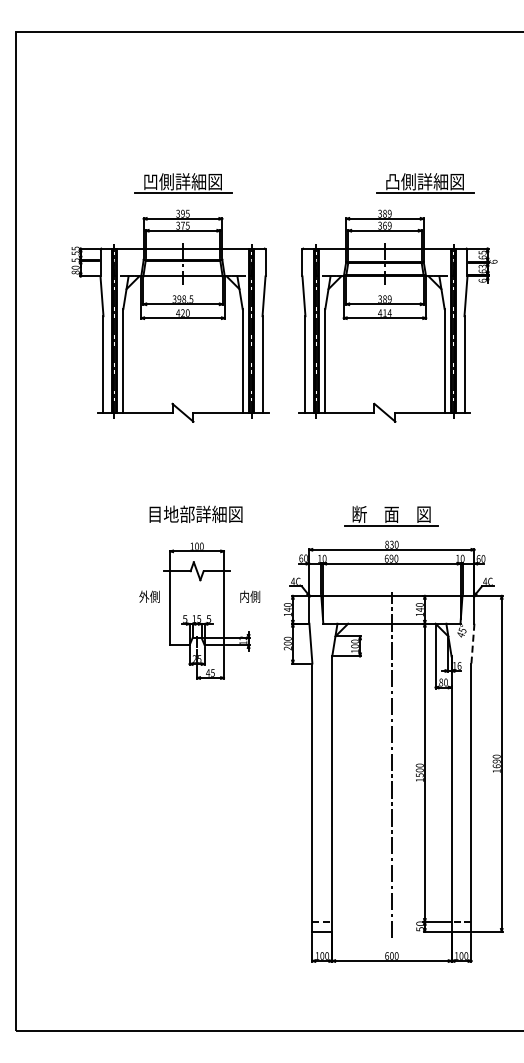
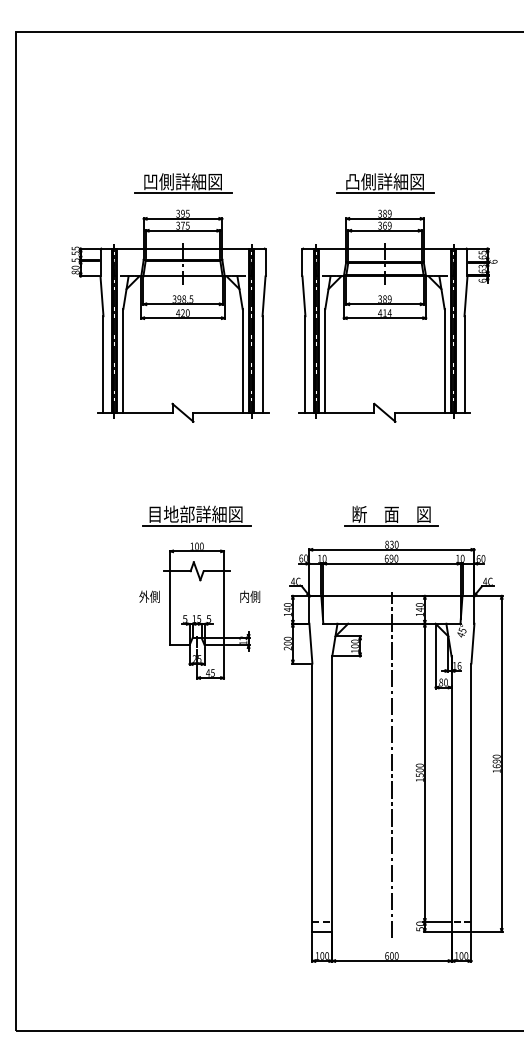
part at (425, 183) position: (425, 183) -> (385, 183)
line at (196, 525): none -> present
line at (472, 643): dashed -> solid
